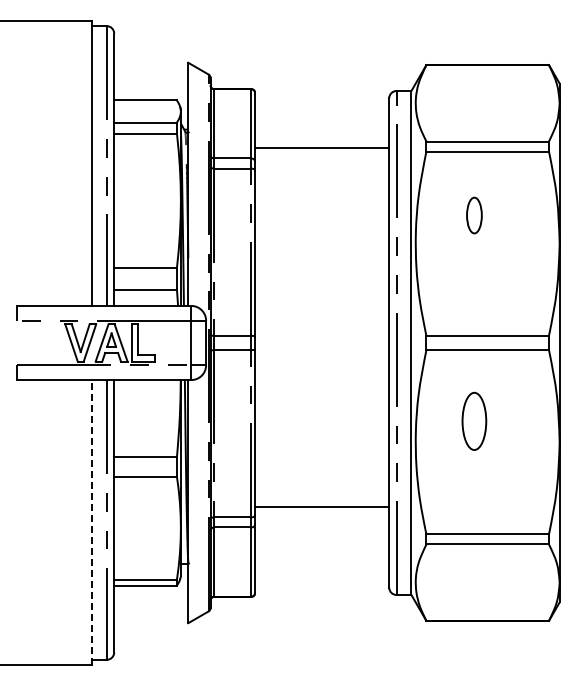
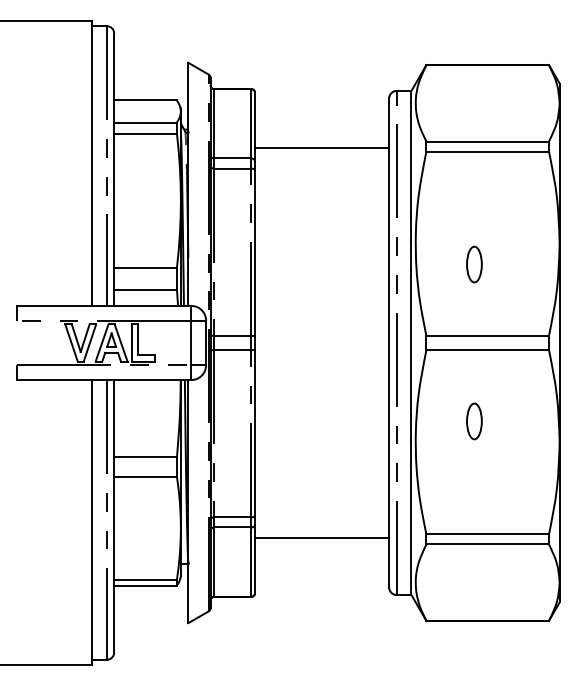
part at (474, 215) position: (474, 215) -> (474, 264)
part at (474, 420) size: 27x60 px -> 17x39 px
line at (322, 507) position: (322, 507) -> (322, 538)
line at (91, 522): dashed -> solid
